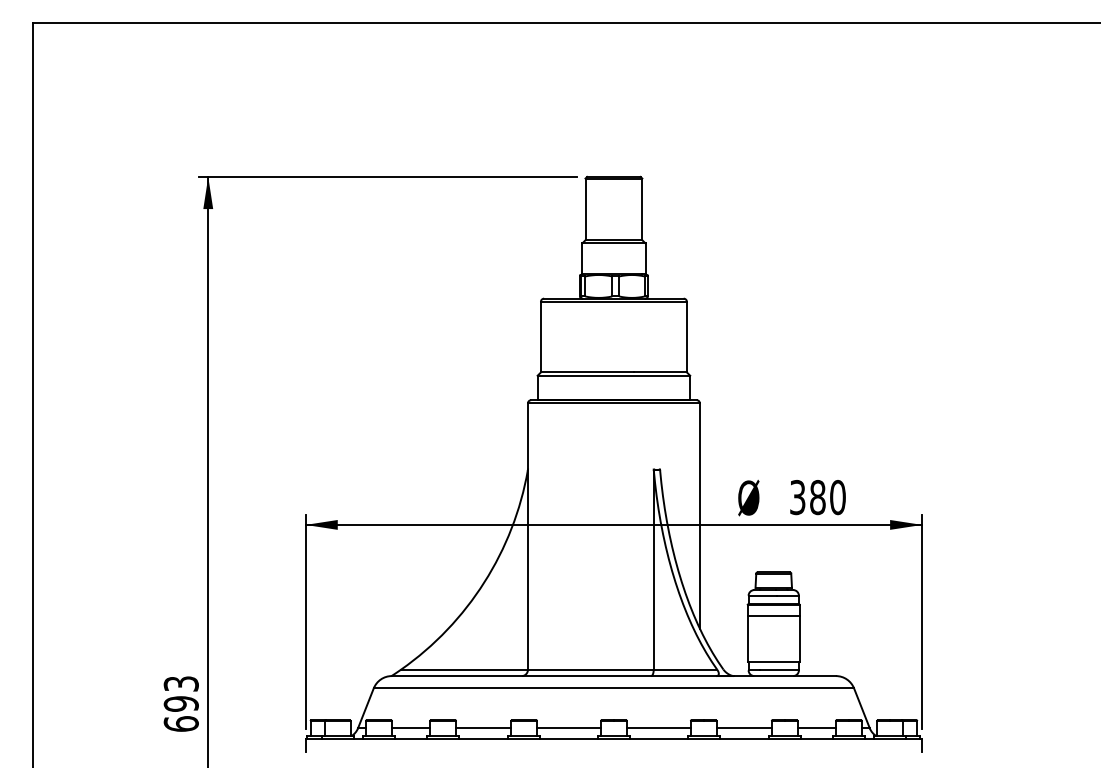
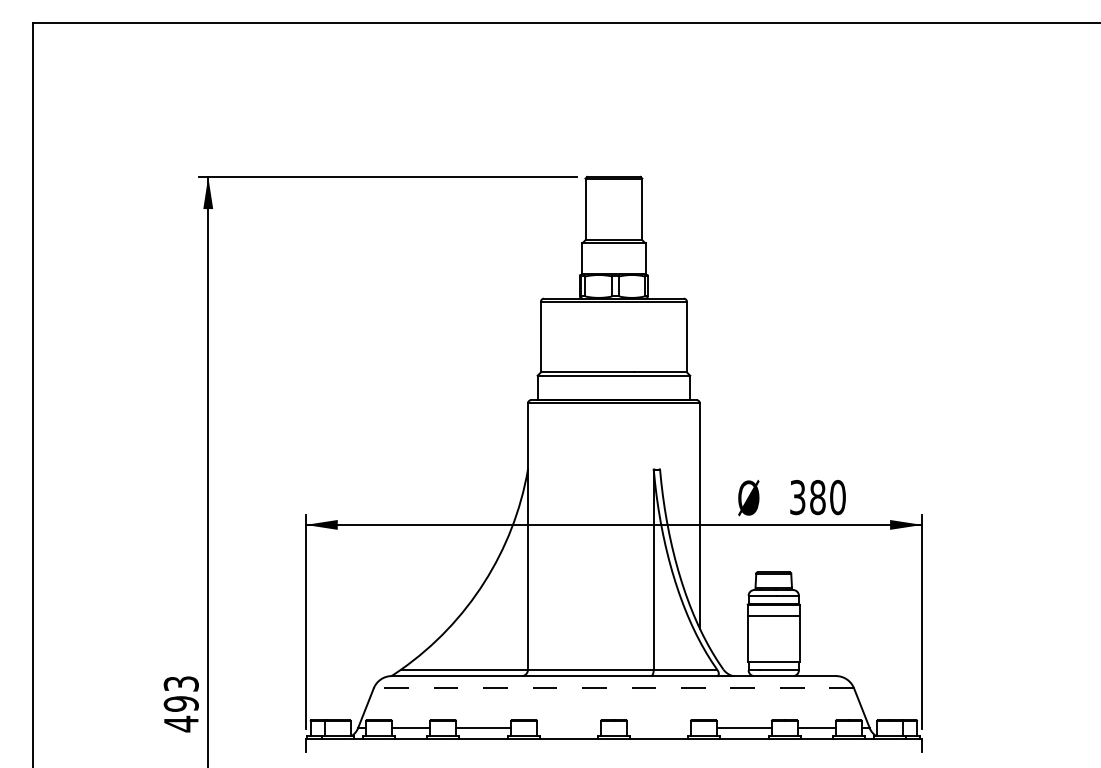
line at (613, 688): solid -> dashed
text at (180, 723): 693 -> 493
line at (569, 728): present -> none
line at (658, 728): present -> none
